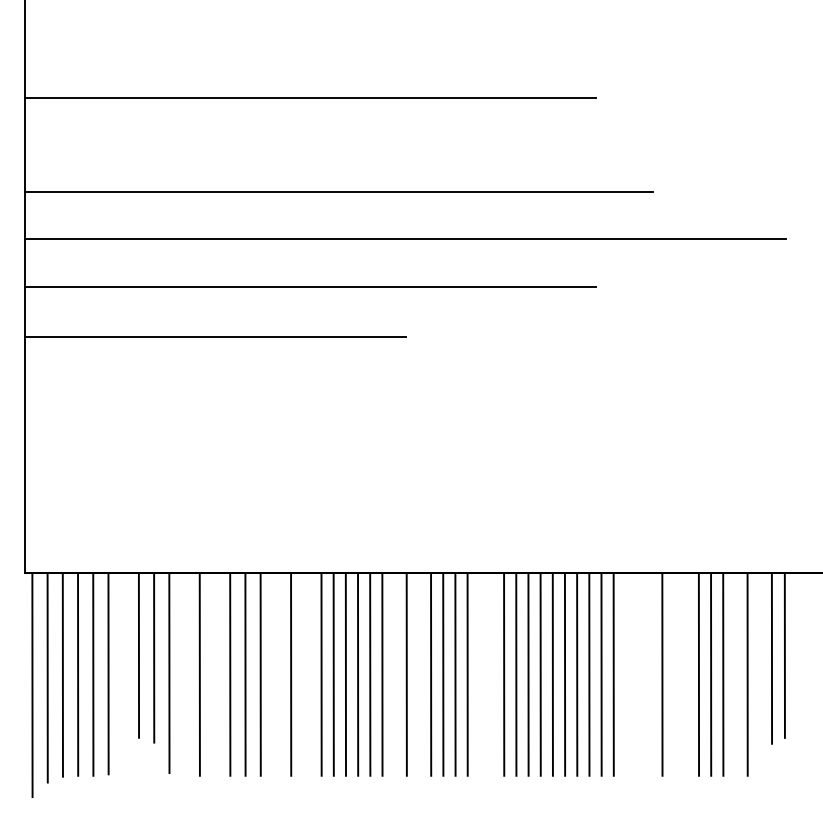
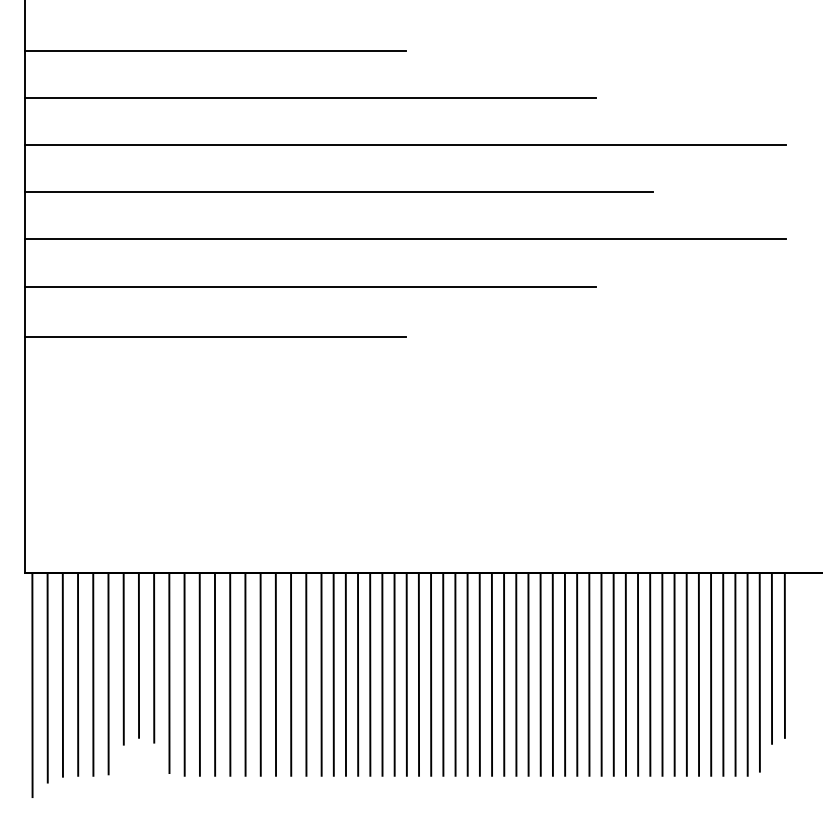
line at (214, 50): none -> present
line at (405, 145): none -> present
line at (123, 659): none -> present
line at (759, 672): none -> present
line at (184, 674): none -> present
line at (214, 674): none -> present
line at (275, 674): none -> present
line at (306, 674): none -> present
line at (394, 674): none -> present
line at (418, 674): none -> present
line at (479, 674): none -> present
line at (491, 674): none -> present
line at (625, 674): none -> present
line at (638, 674): none -> present
line at (650, 674): none -> present
line at (674, 674): none -> present
line at (686, 674): none -> present
line at (735, 674): none -> present
